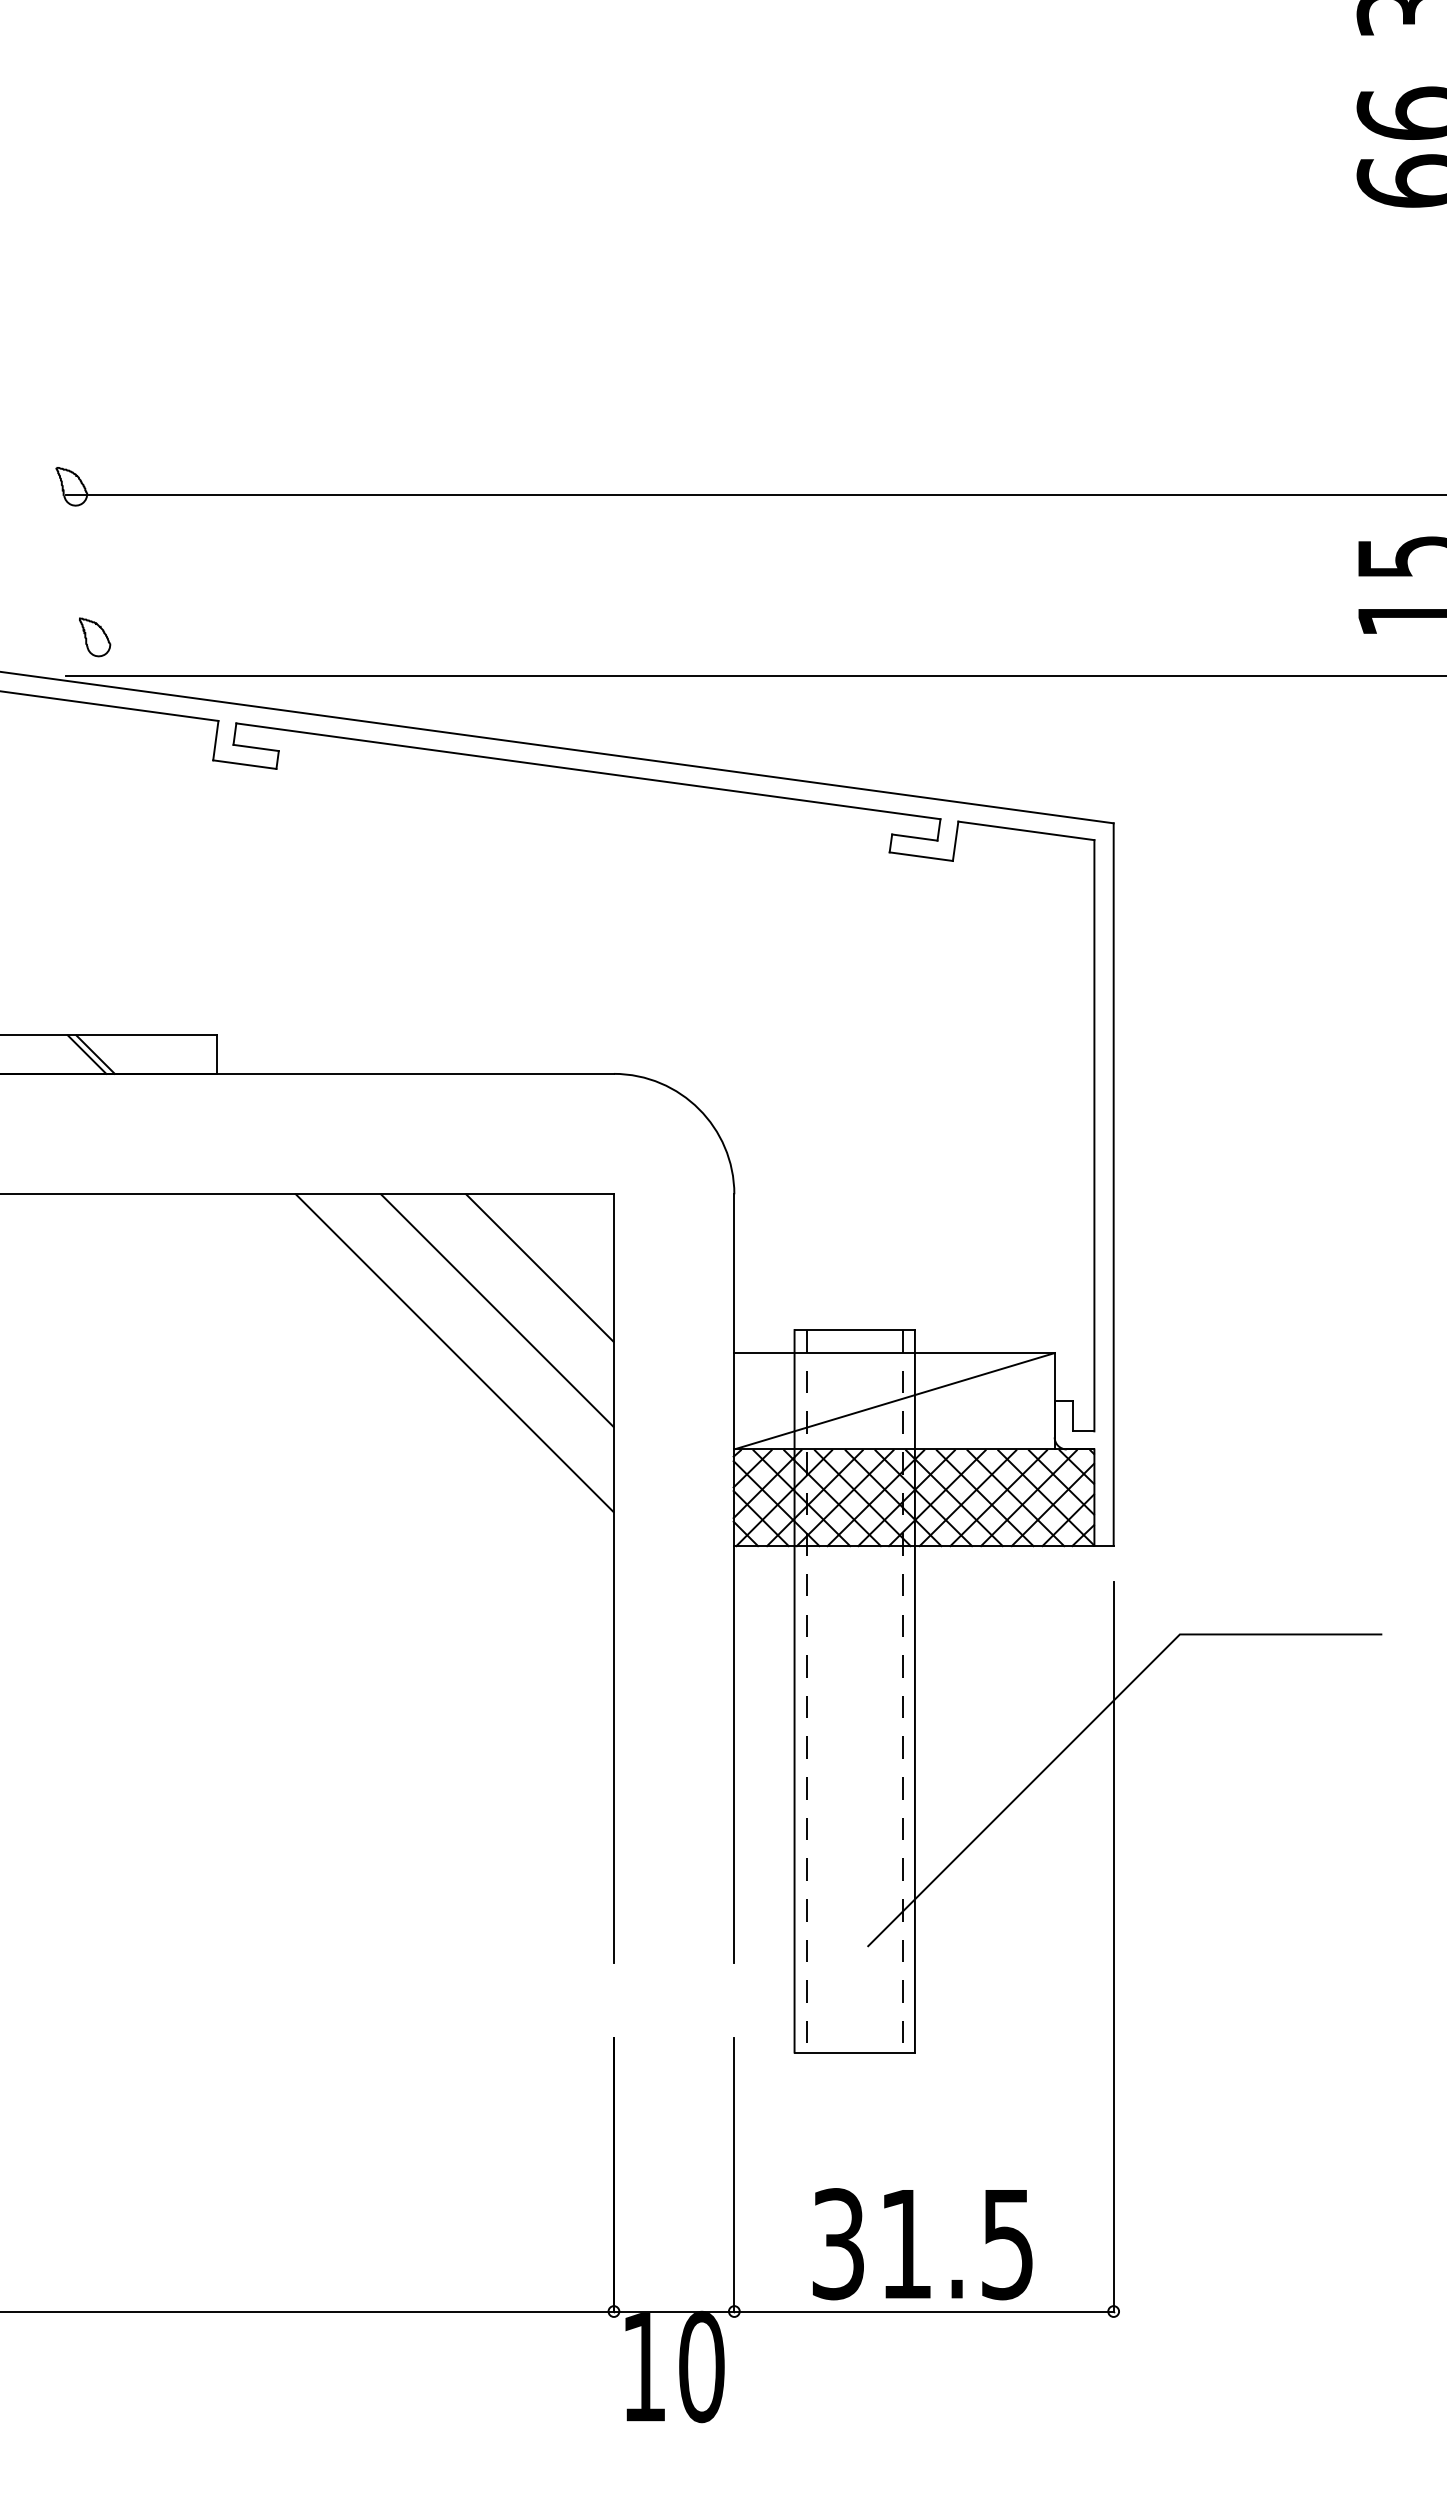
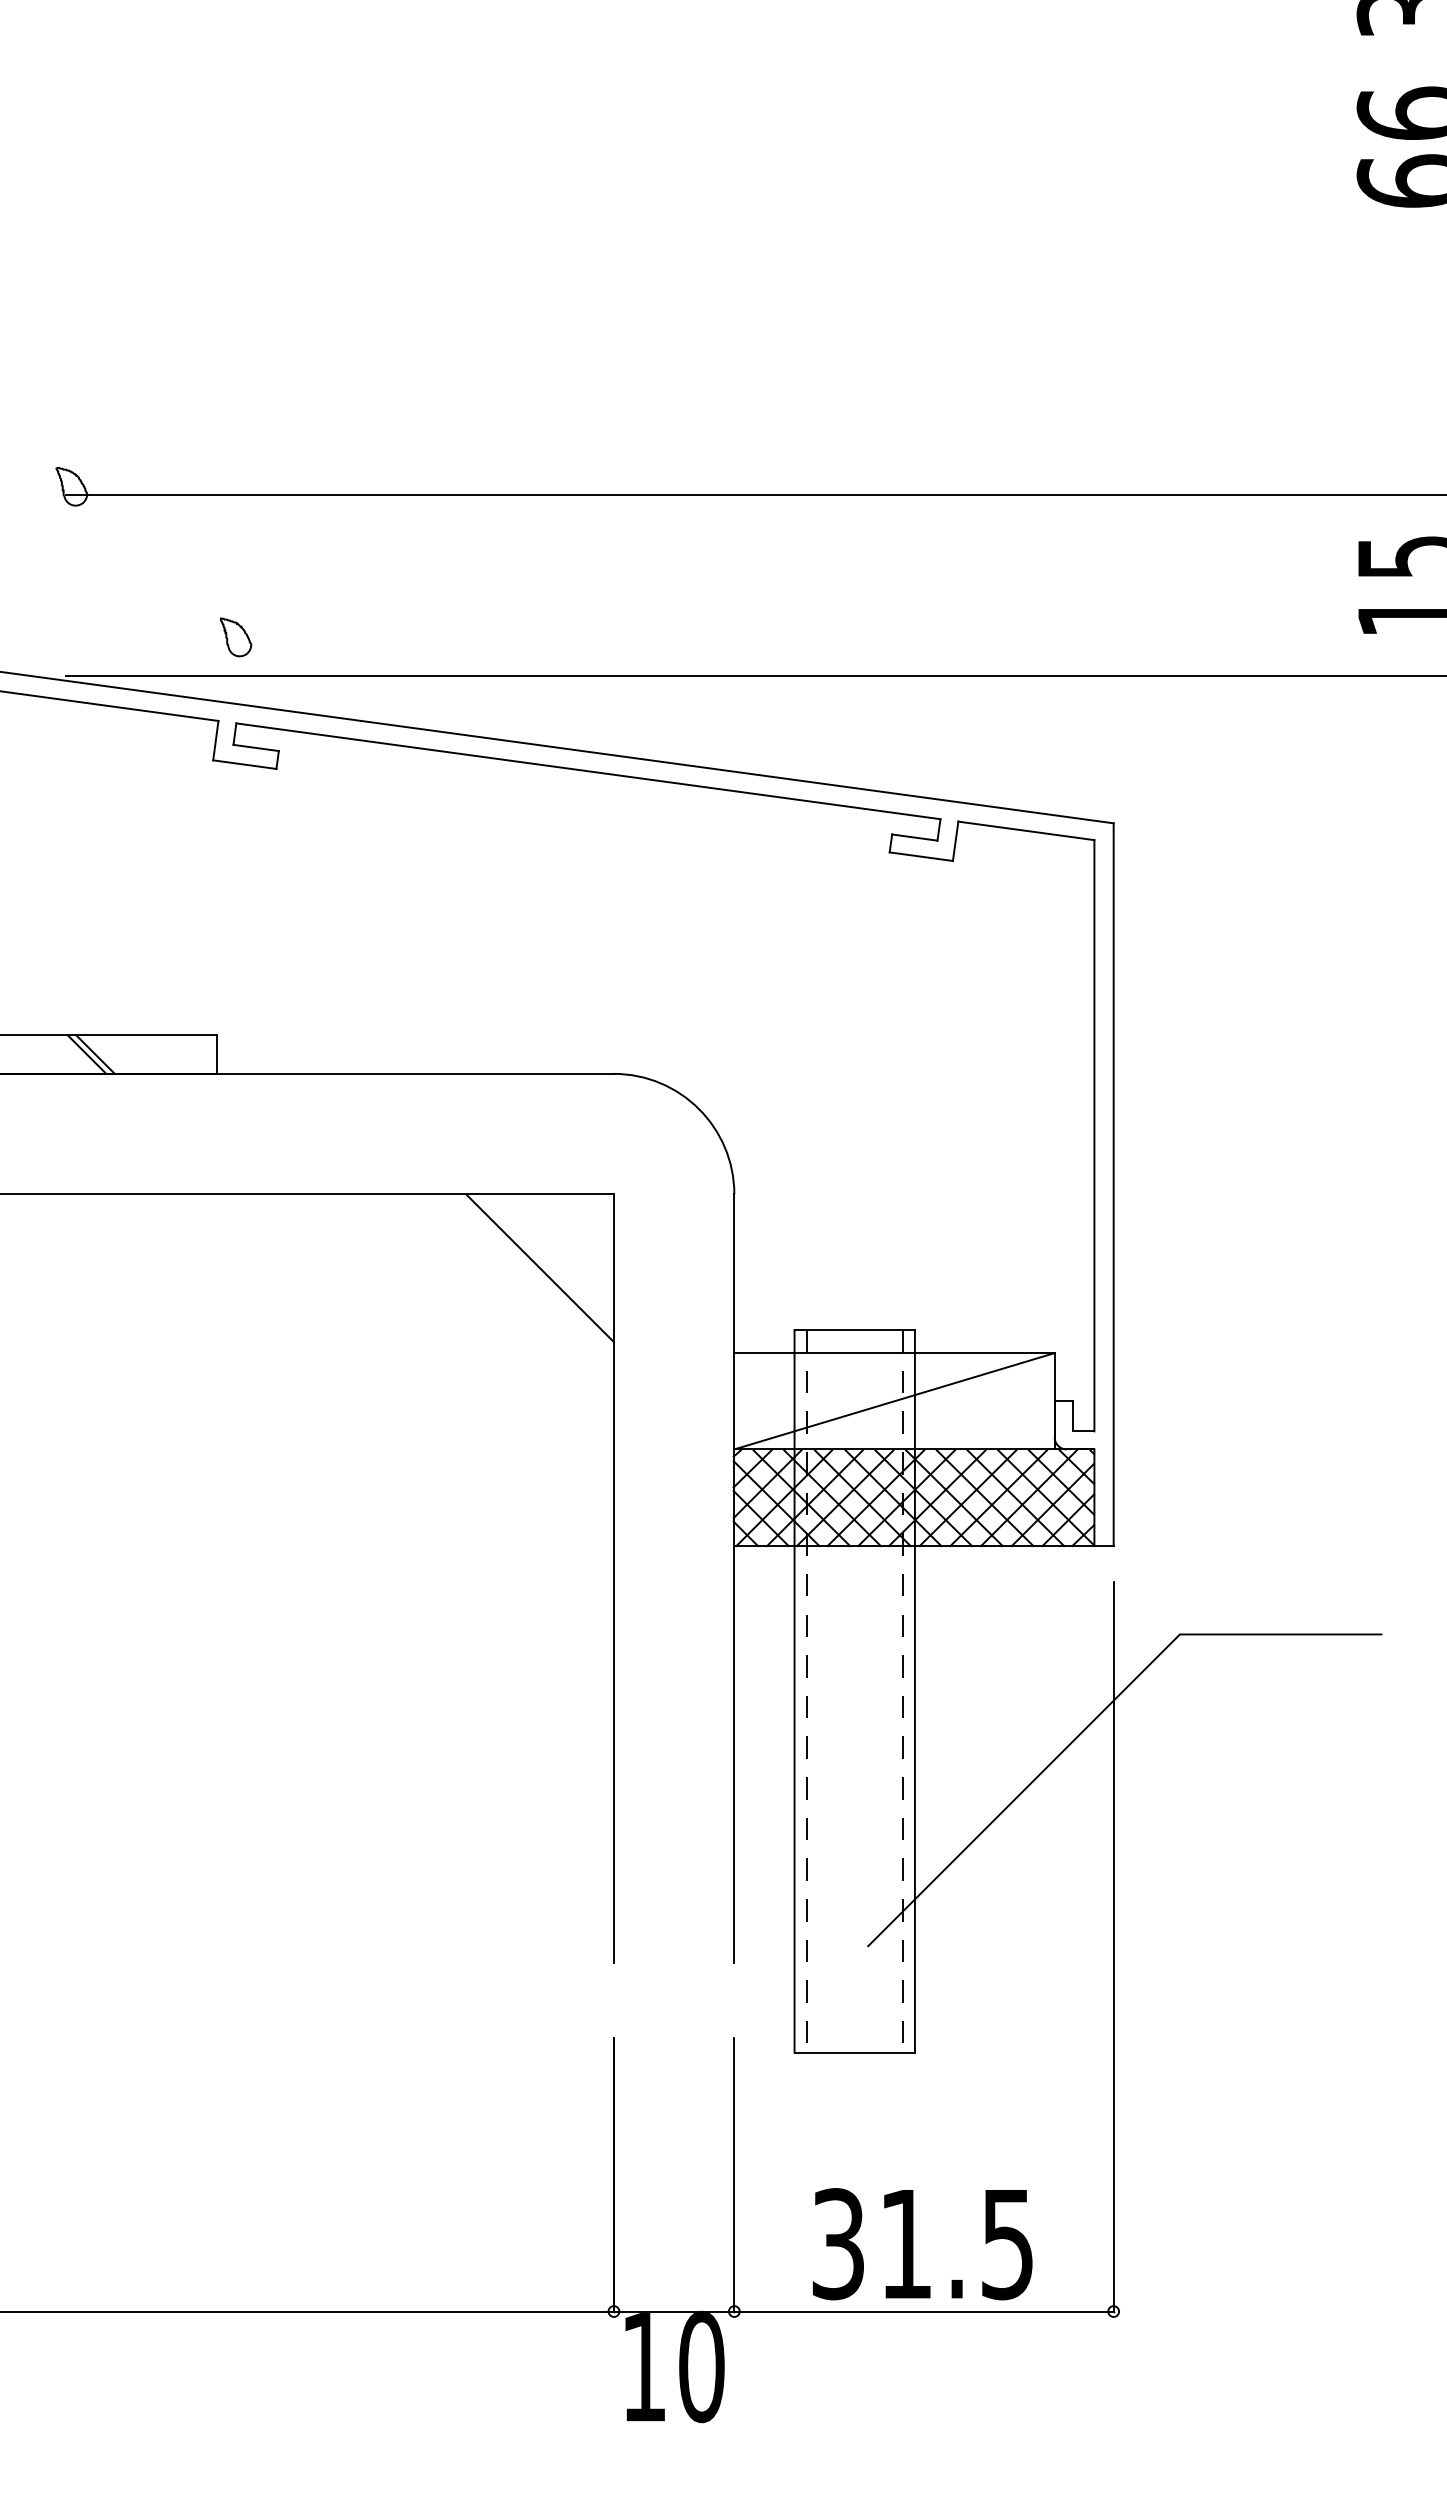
part at (95, 637) position: (95, 637) -> (236, 637)
line at (496, 1310): present -> none
line at (454, 1353): present -> none
